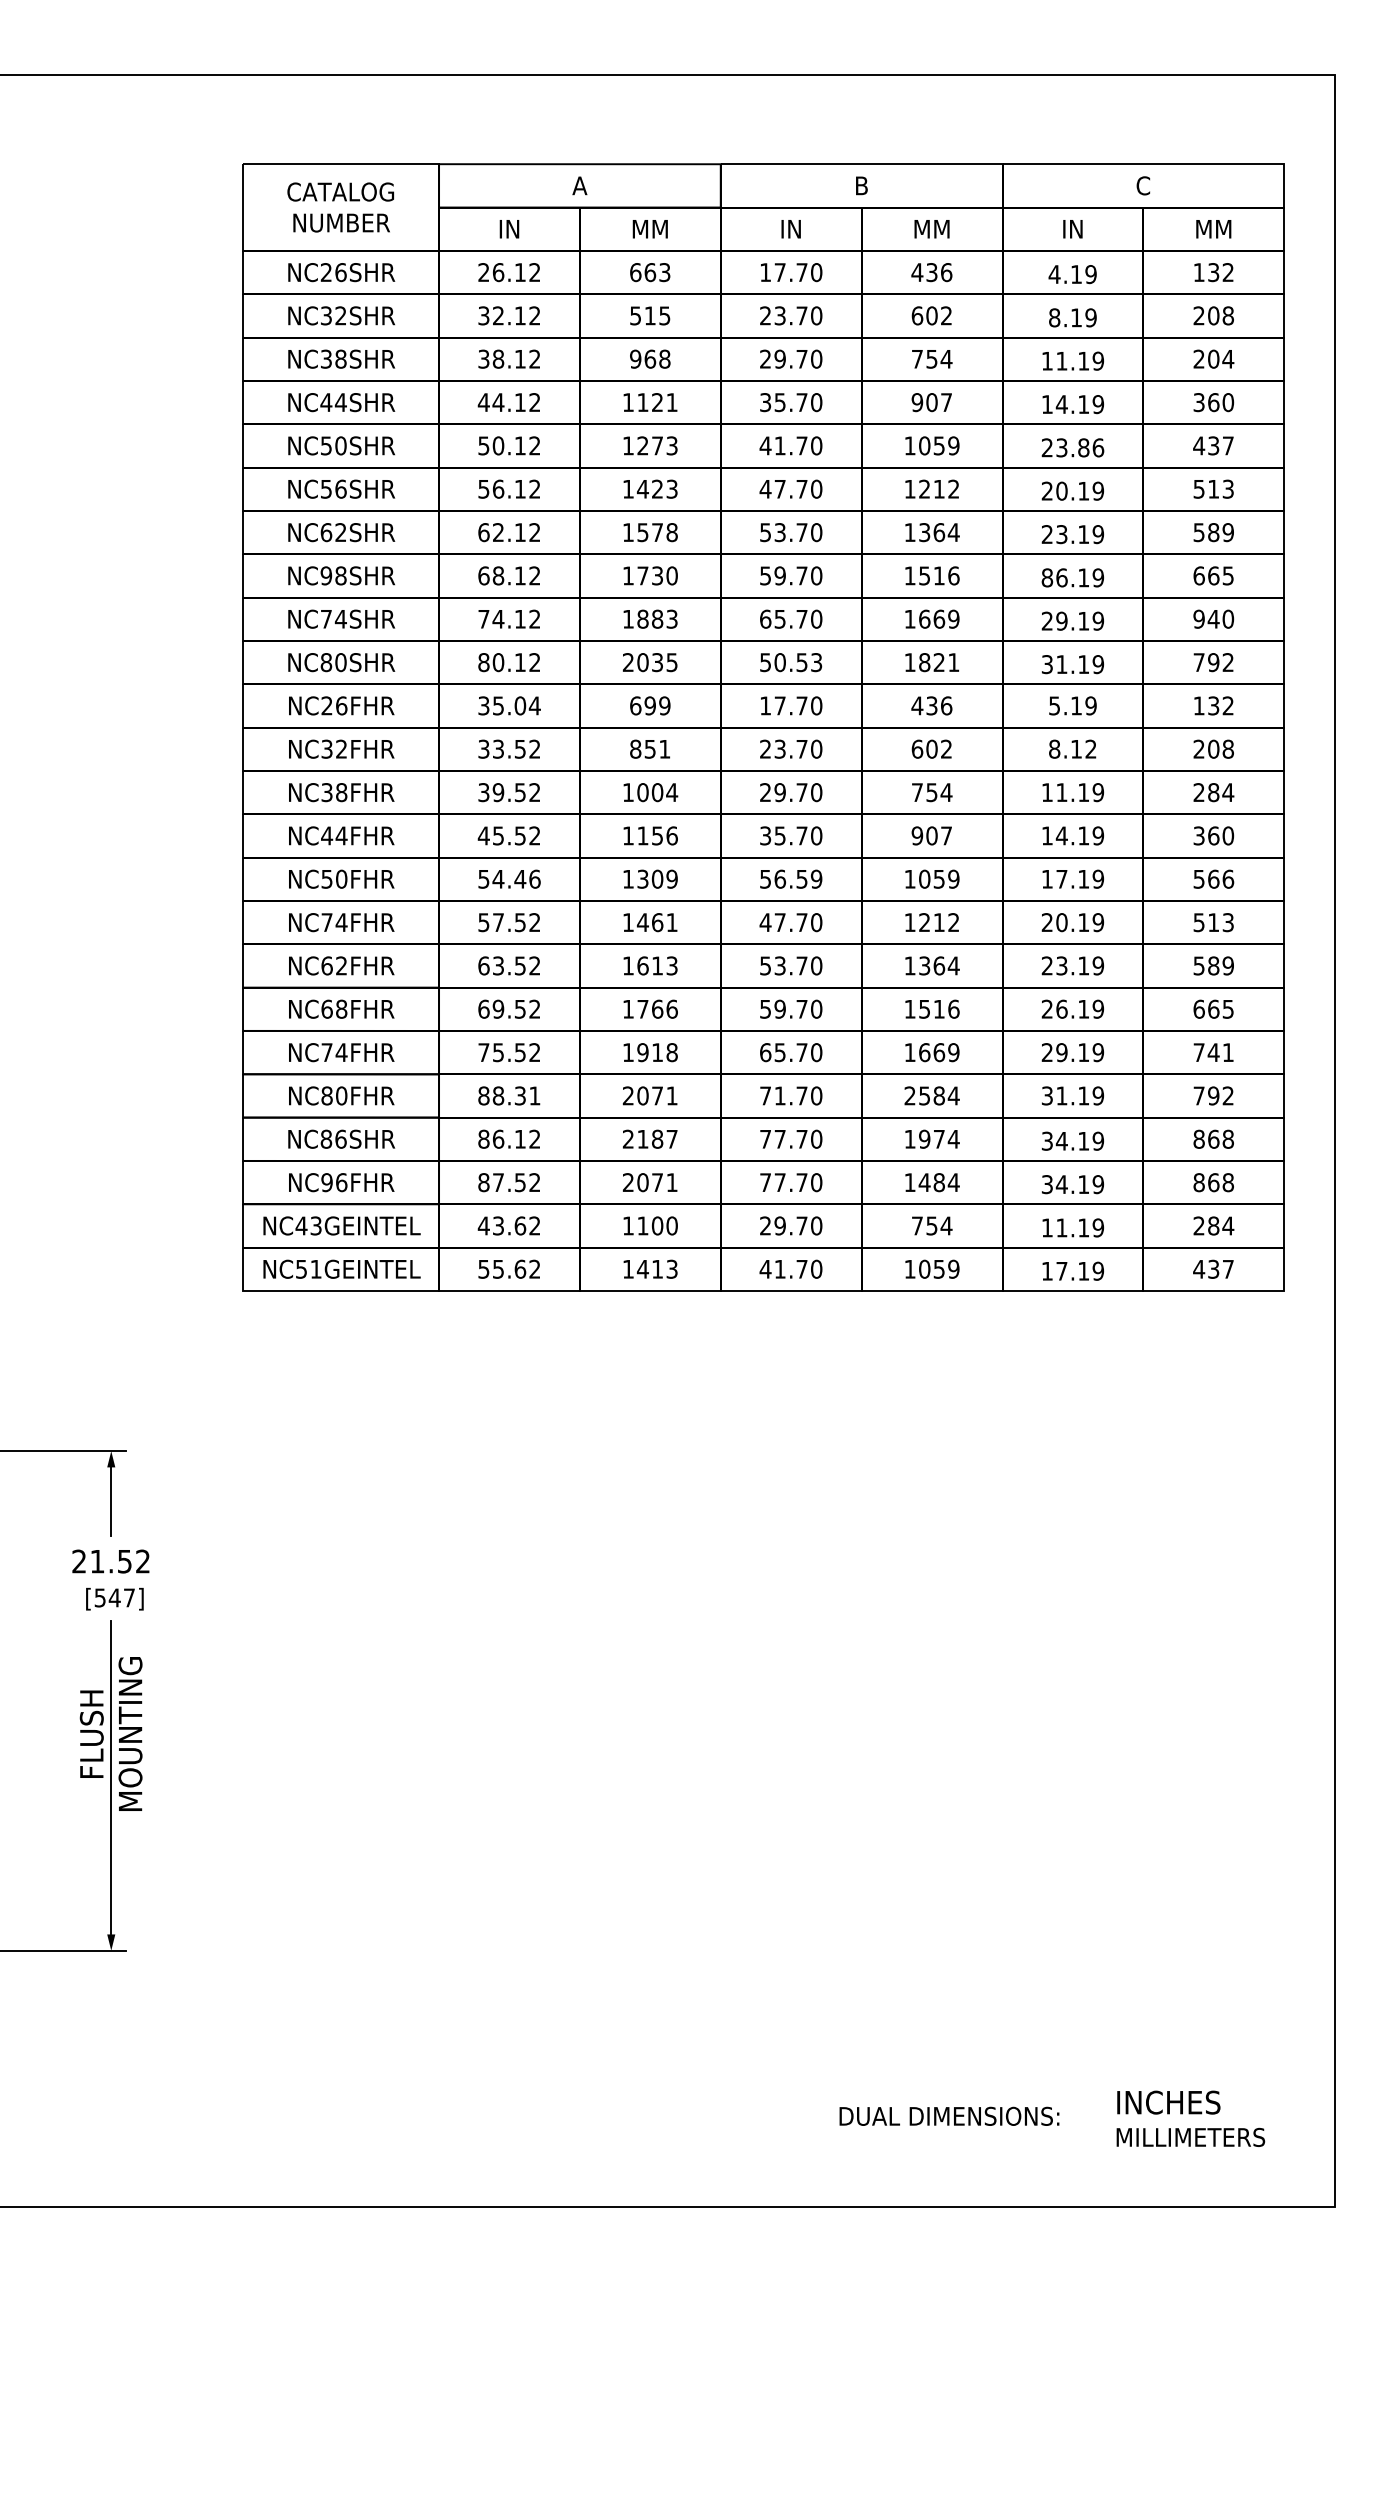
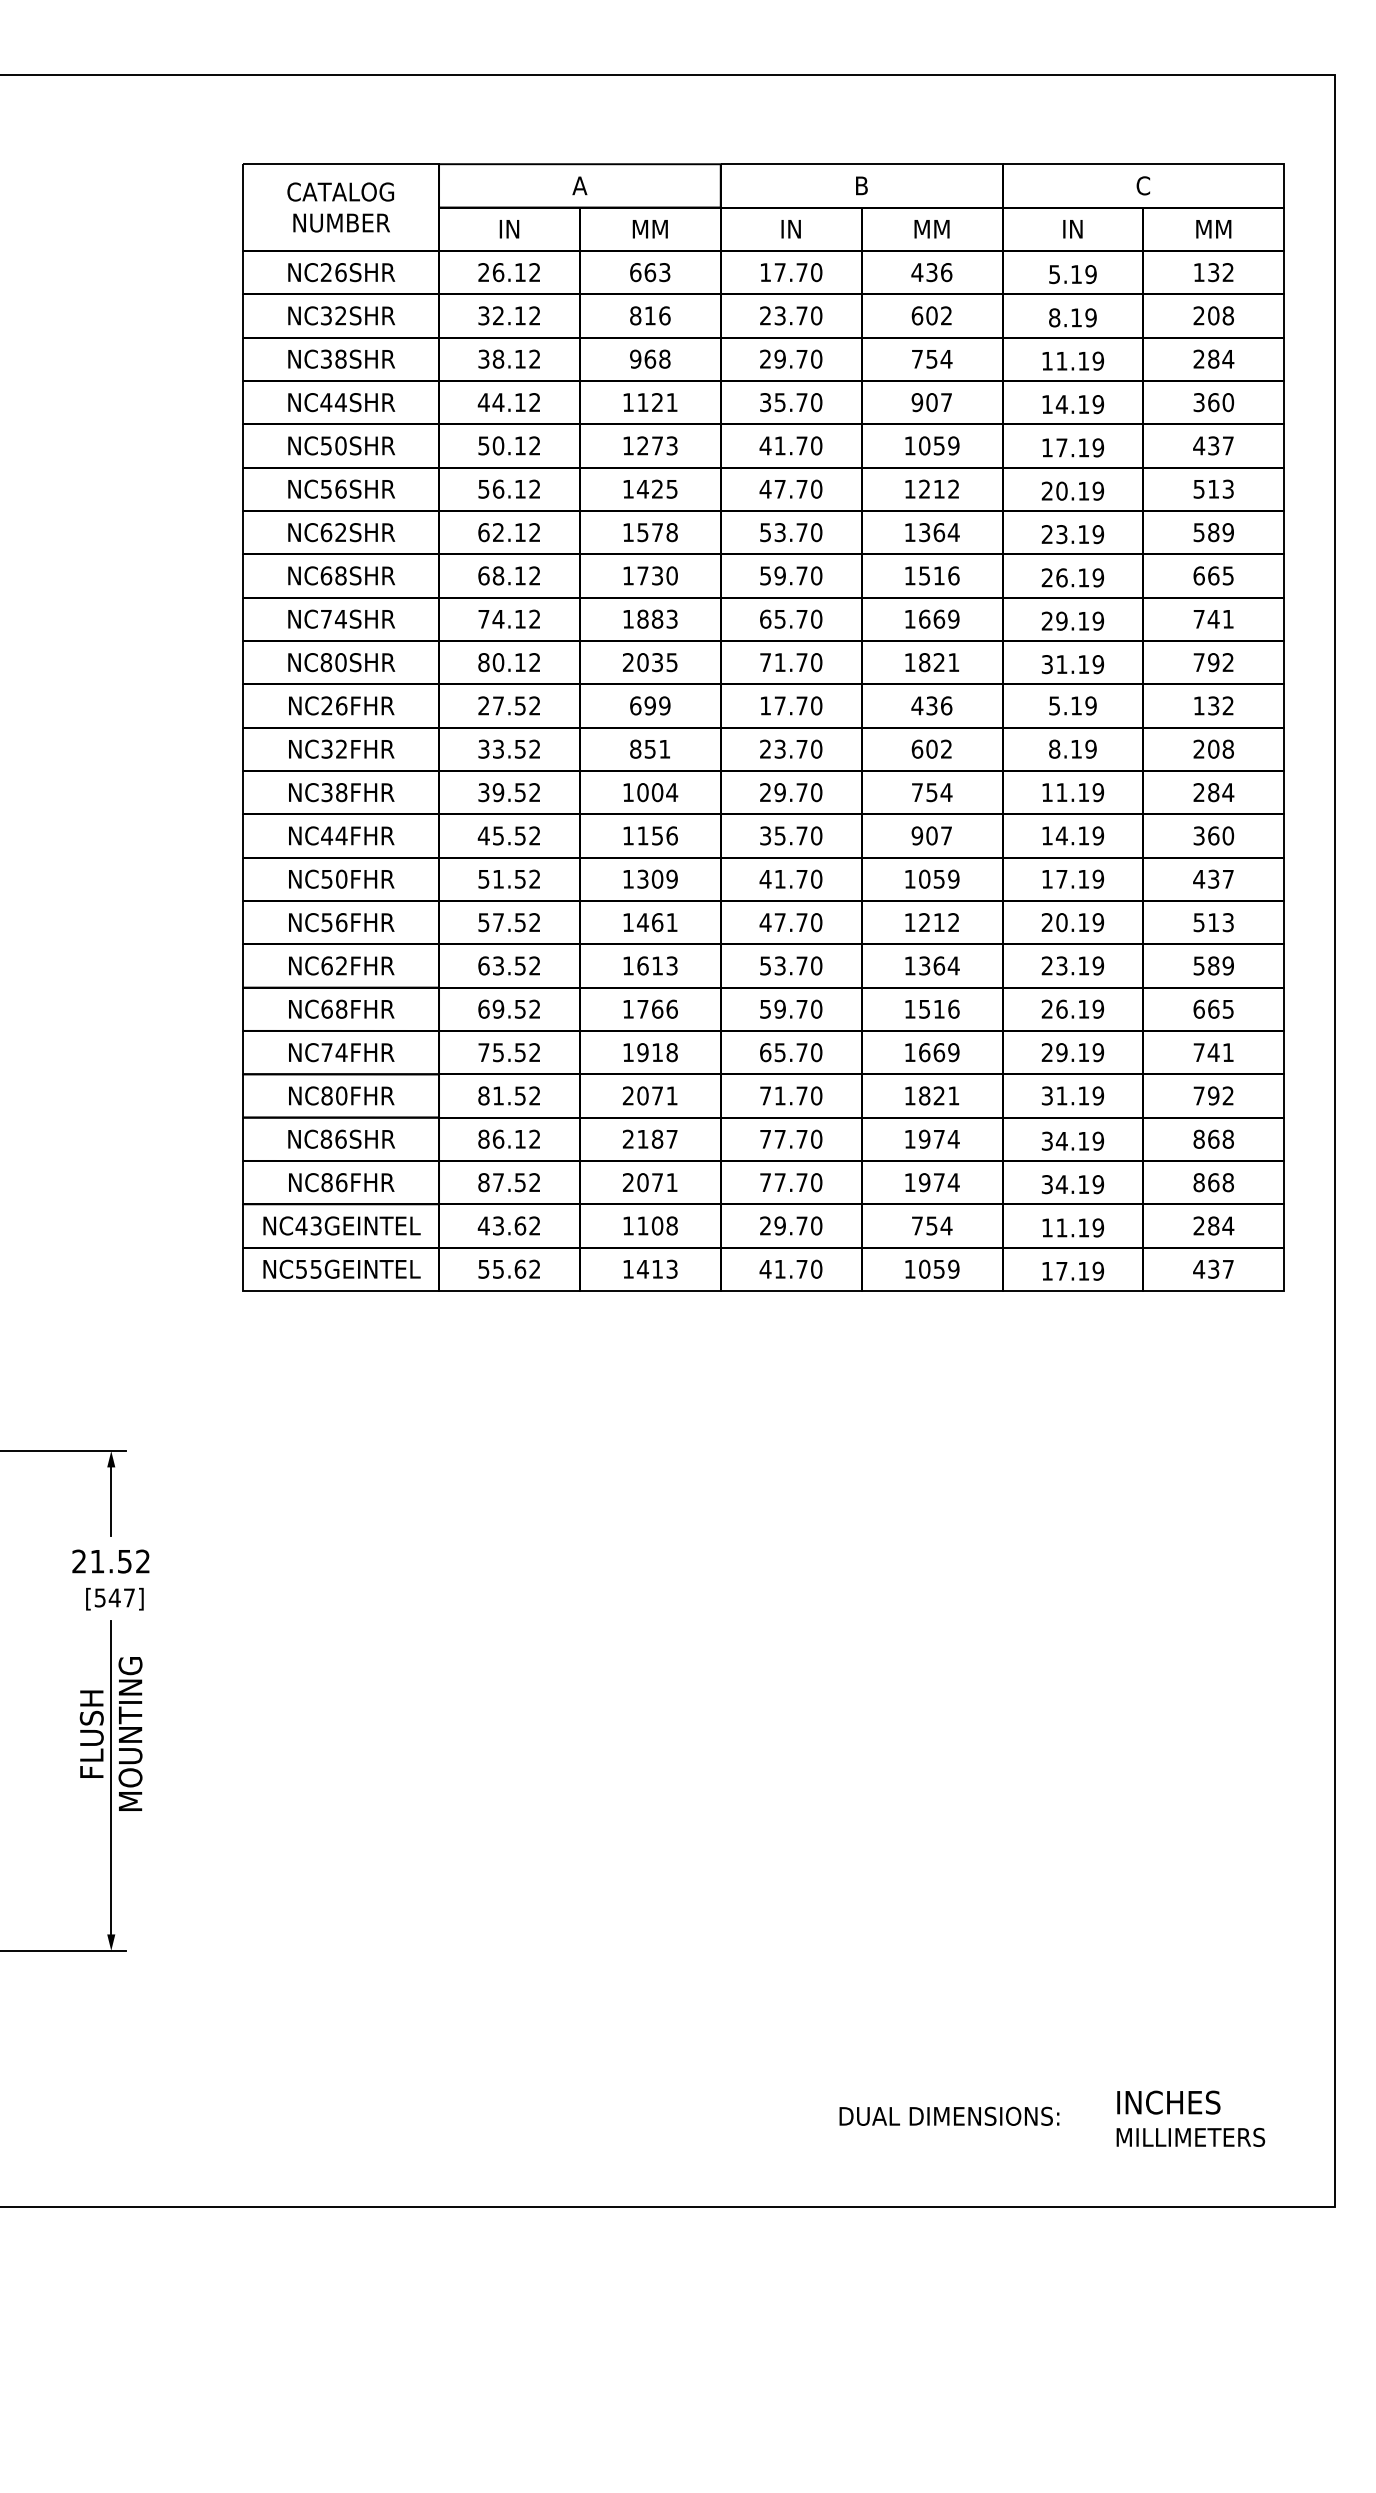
text at (1054, 274): 4.19 -> 5.19
text at (650, 315): 515 -> 816
text at (1213, 359): 204 -> 284
text at (1072, 447): 23.86 -> 17.19
text at (672, 488): 1423 -> 1425
text at (326, 575): NC98SHR -> NC68SHR
text at (1047, 577): 86.19 -> 26.19
text at (1213, 618): 940 -> 741
text at (791, 662): 50.53 -> 71.70
text at (509, 705): 35.04 -> 27.52
text at (1090, 748): 8.12 -> 8.19
text at (516, 878): 54.46 -> 51.52
text at (790, 878): 56.59 -> 41.70
text at (1213, 878): 566 -> 437
text at (334, 922): NC74FHR -> NC56FHR
text at (516, 1095): 88.31 -> 81.52
text at (931, 1095): 2584 -> 1821
text at (326, 1182): NC96FHR -> NC86FHR
text at (931, 1182): 1484 -> 1974
text at (671, 1225): 1100 -> 1108
text at (315, 1269): NC51GEINTEL -> NC55GEINTEL
